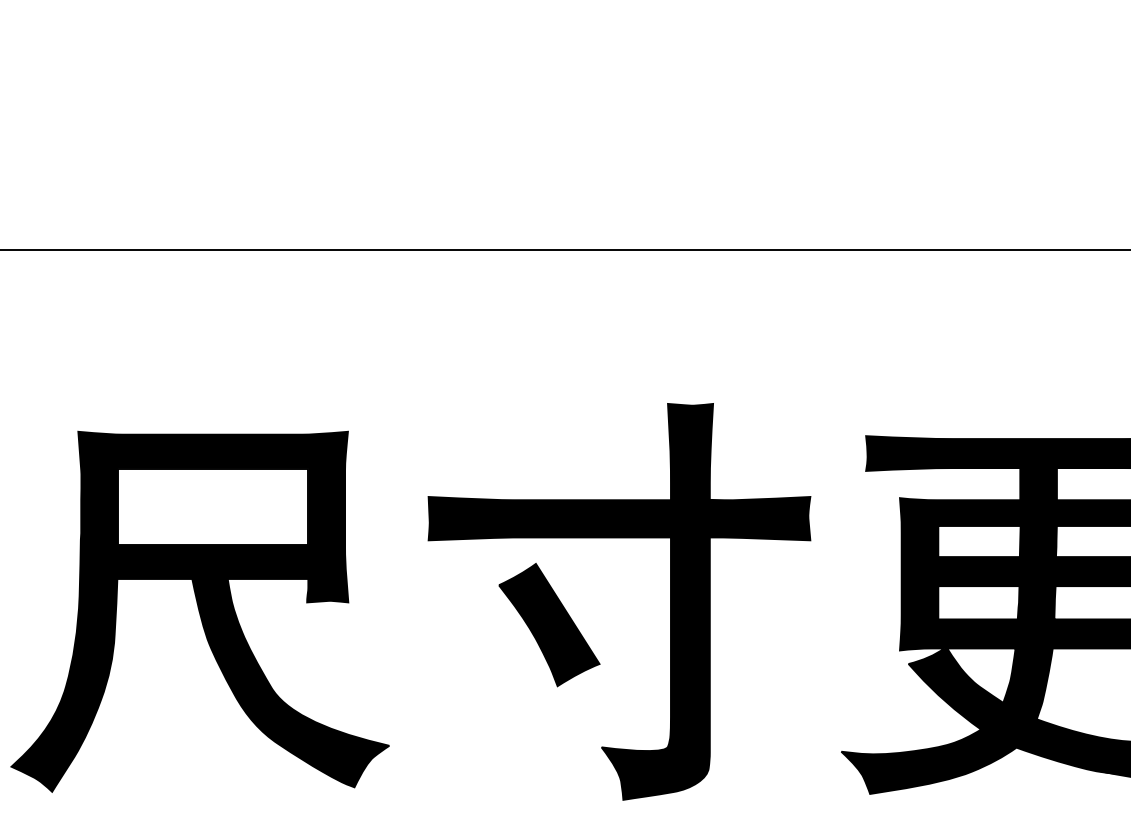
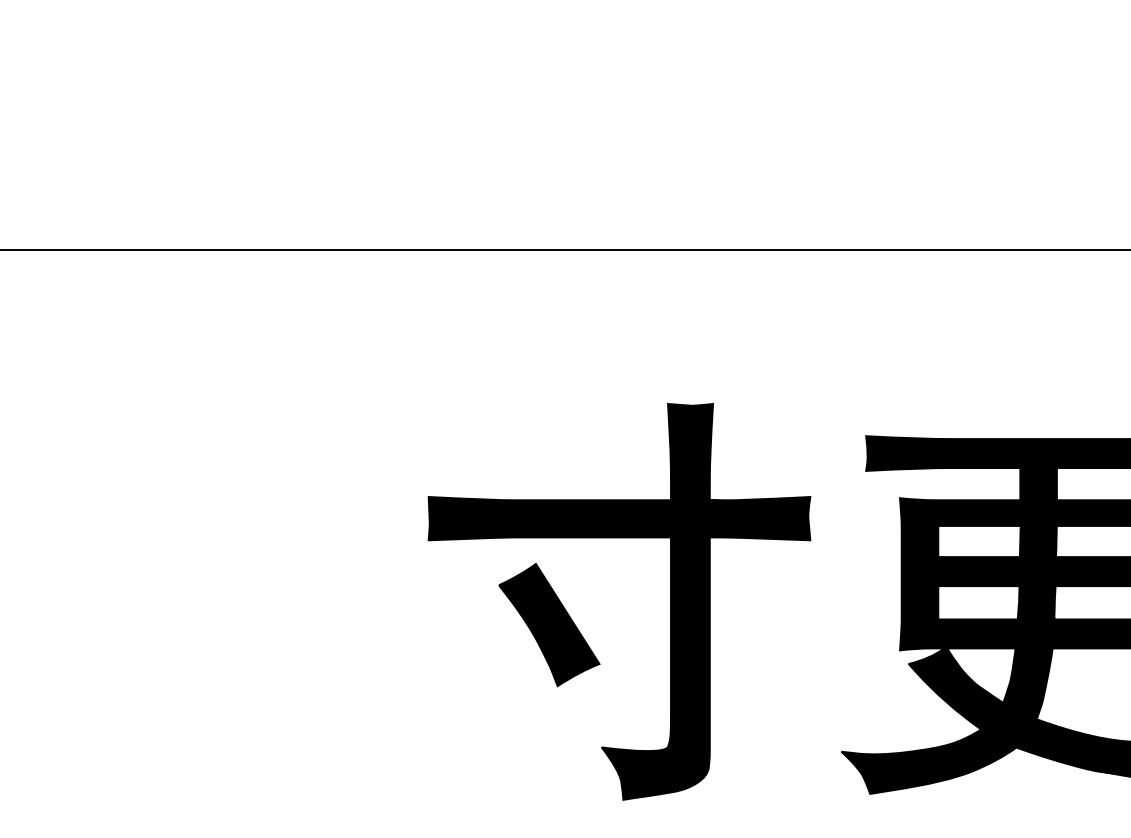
part at (199, 611): present -> none
